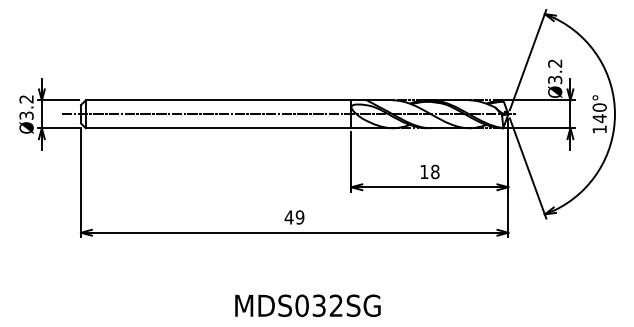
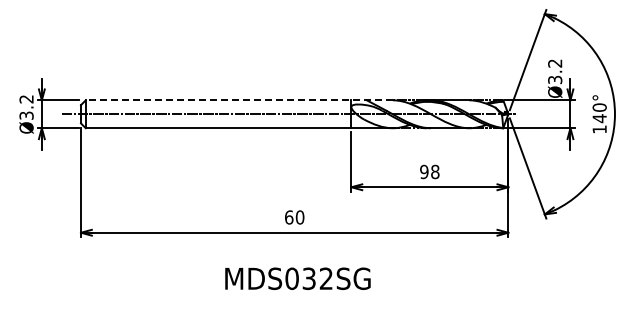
line at (239, 100): solid -> dashed
text at (424, 171): 18 -> 98
text at (294, 217): 49 -> 60
text at (307, 305) position: (307, 305) -> (297, 278)
